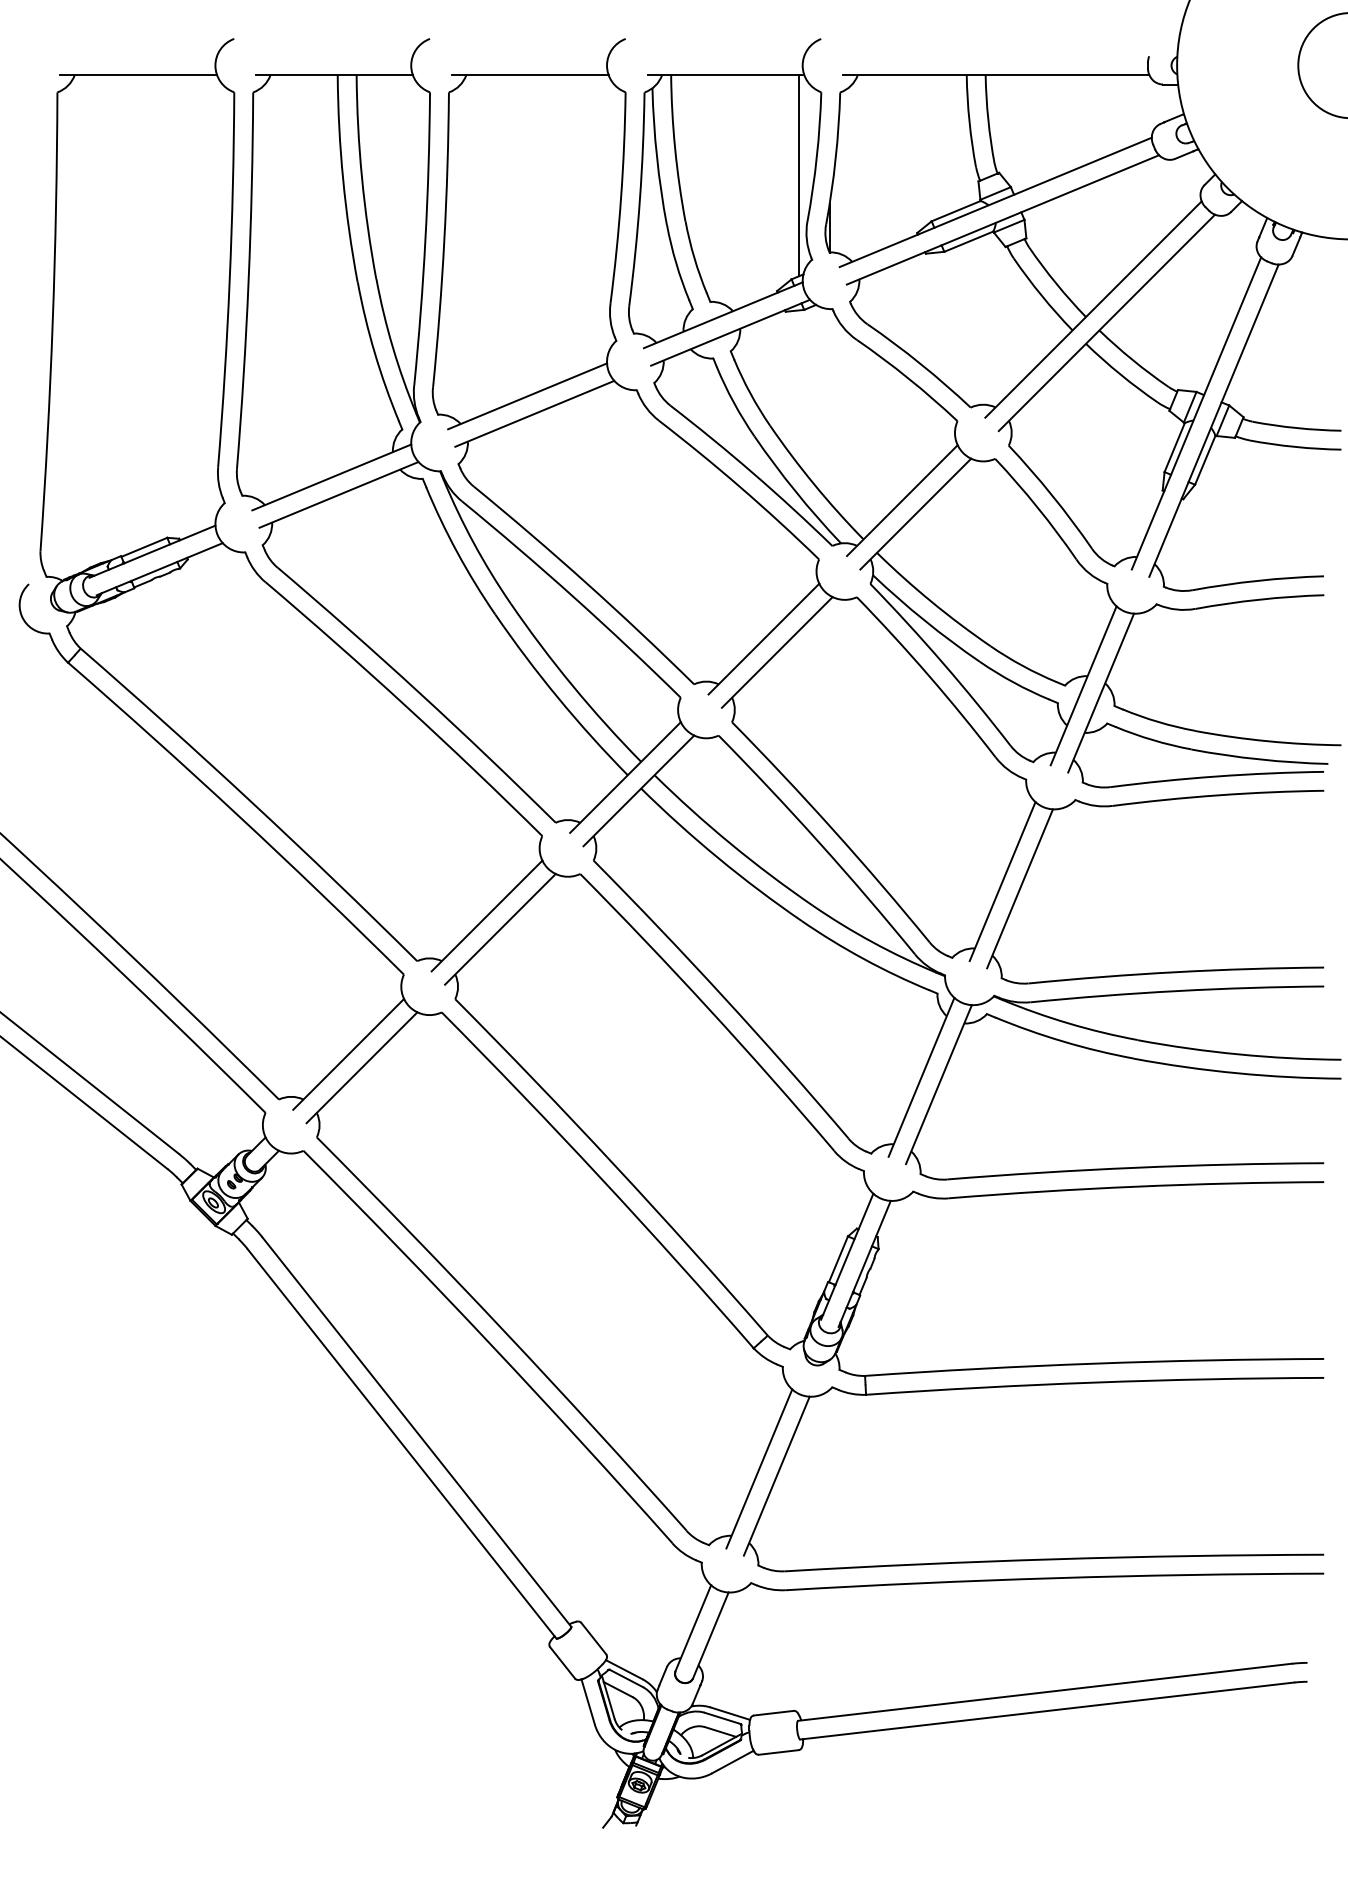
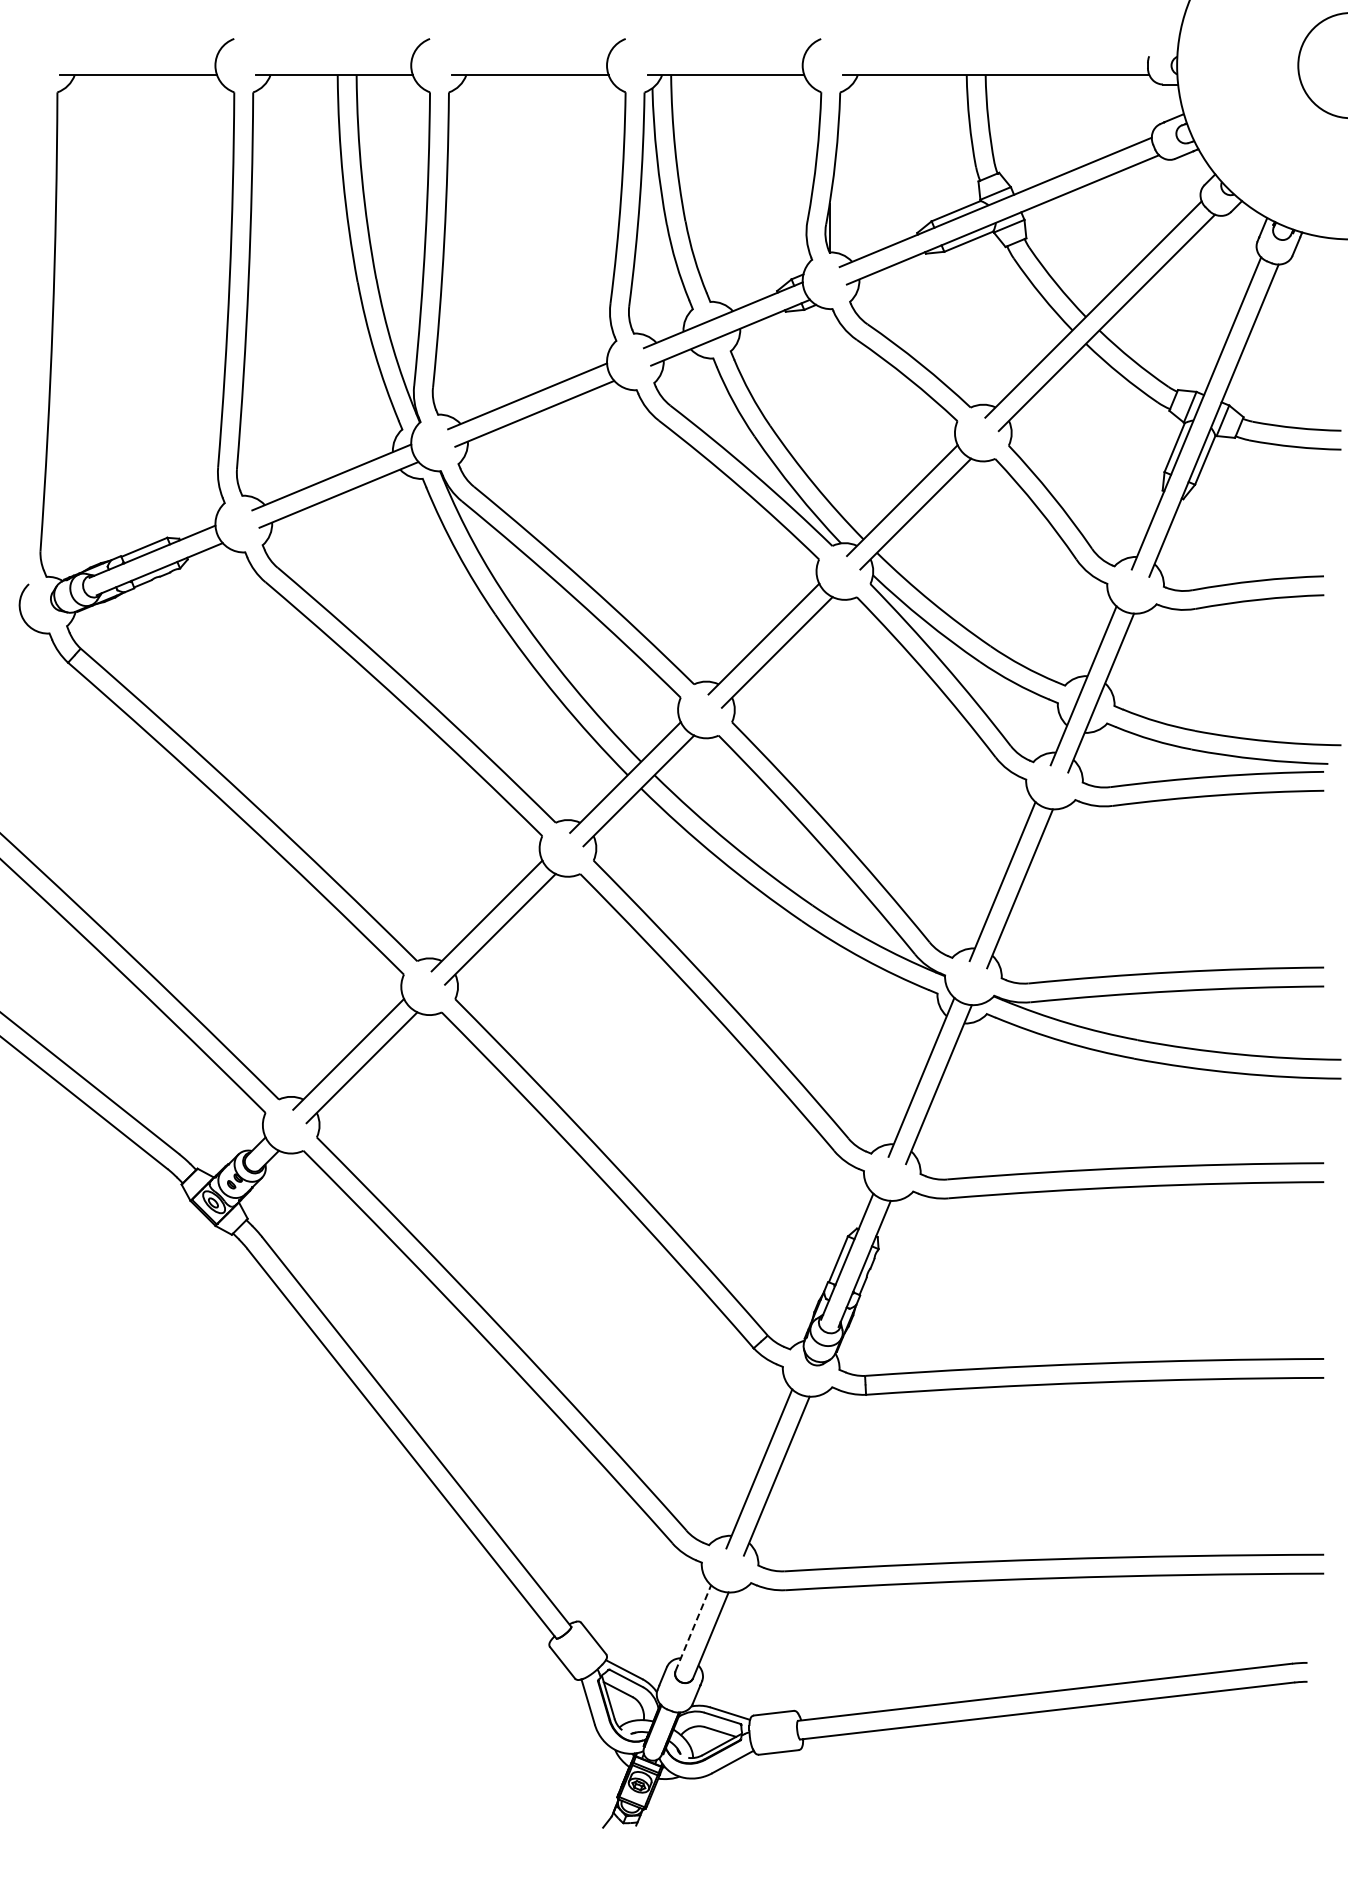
line at (798, 175): present -> none
line at (693, 1627): solid -> dashed
